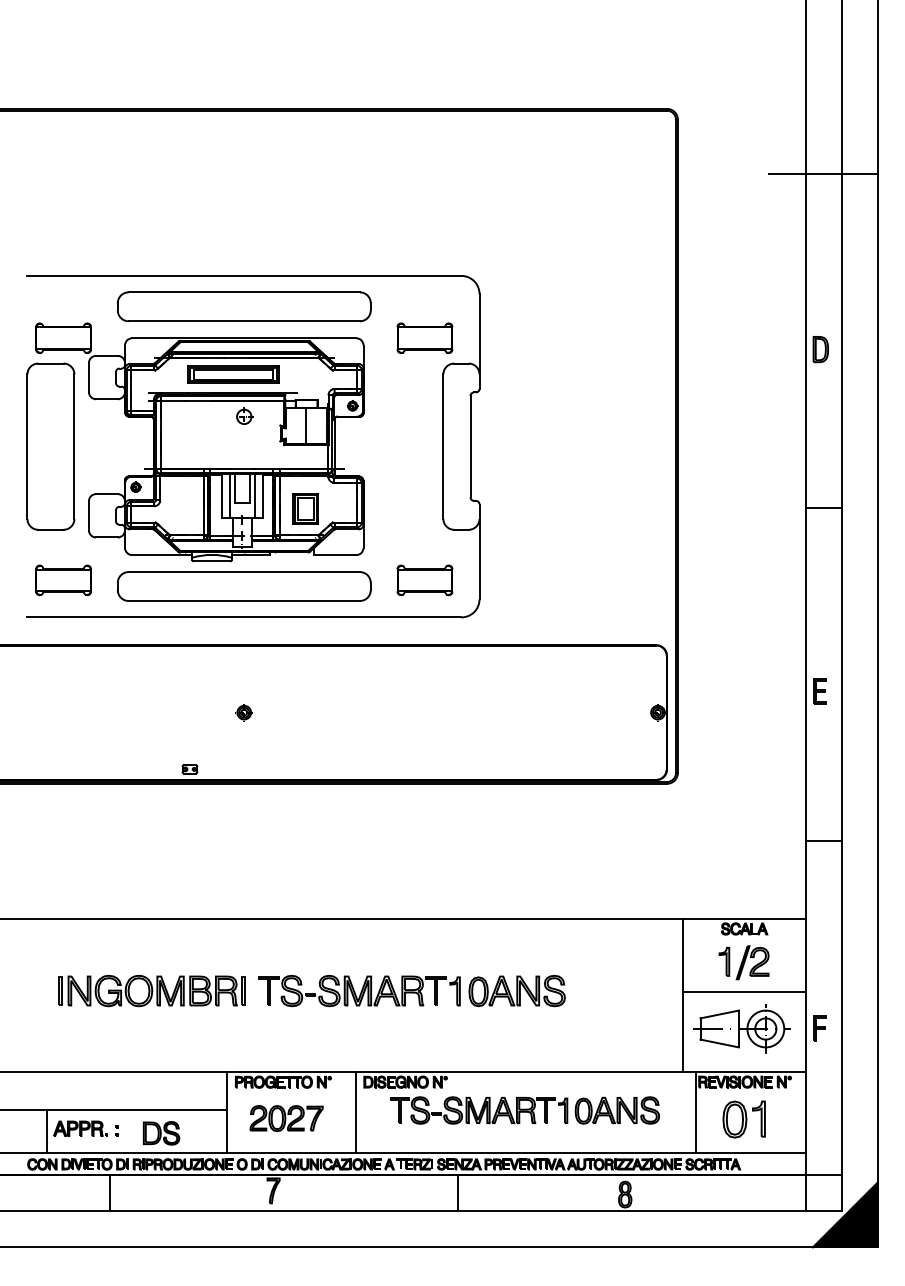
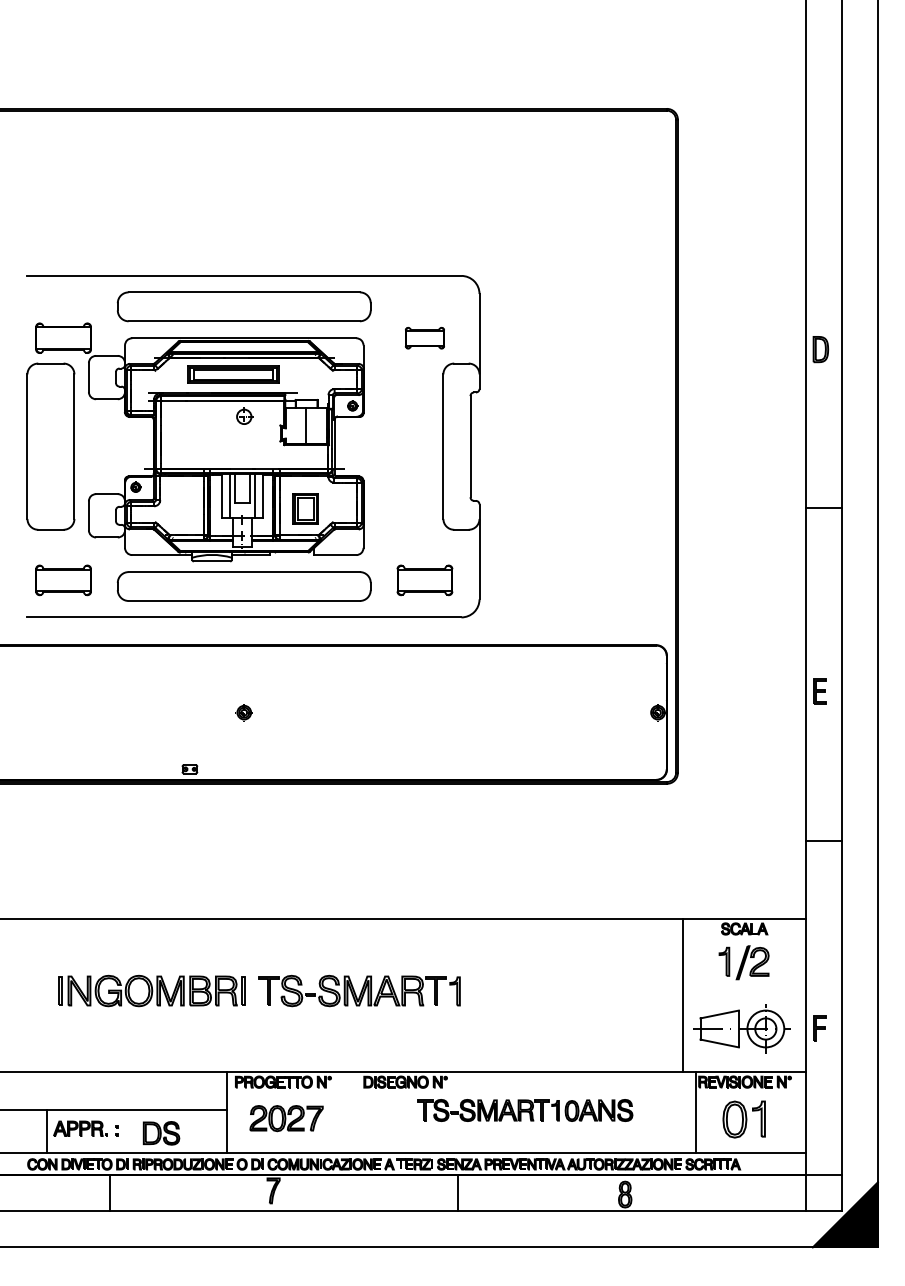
line at (823, 174): present -> none
part at (424, 337) size: 58x32 px -> 41x23 px
part at (516, 990): present -> none
line at (743, 991): present -> none
part at (525, 1110) size: 271x29 px -> 217x23 px
line at (355, 1112): present -> none
